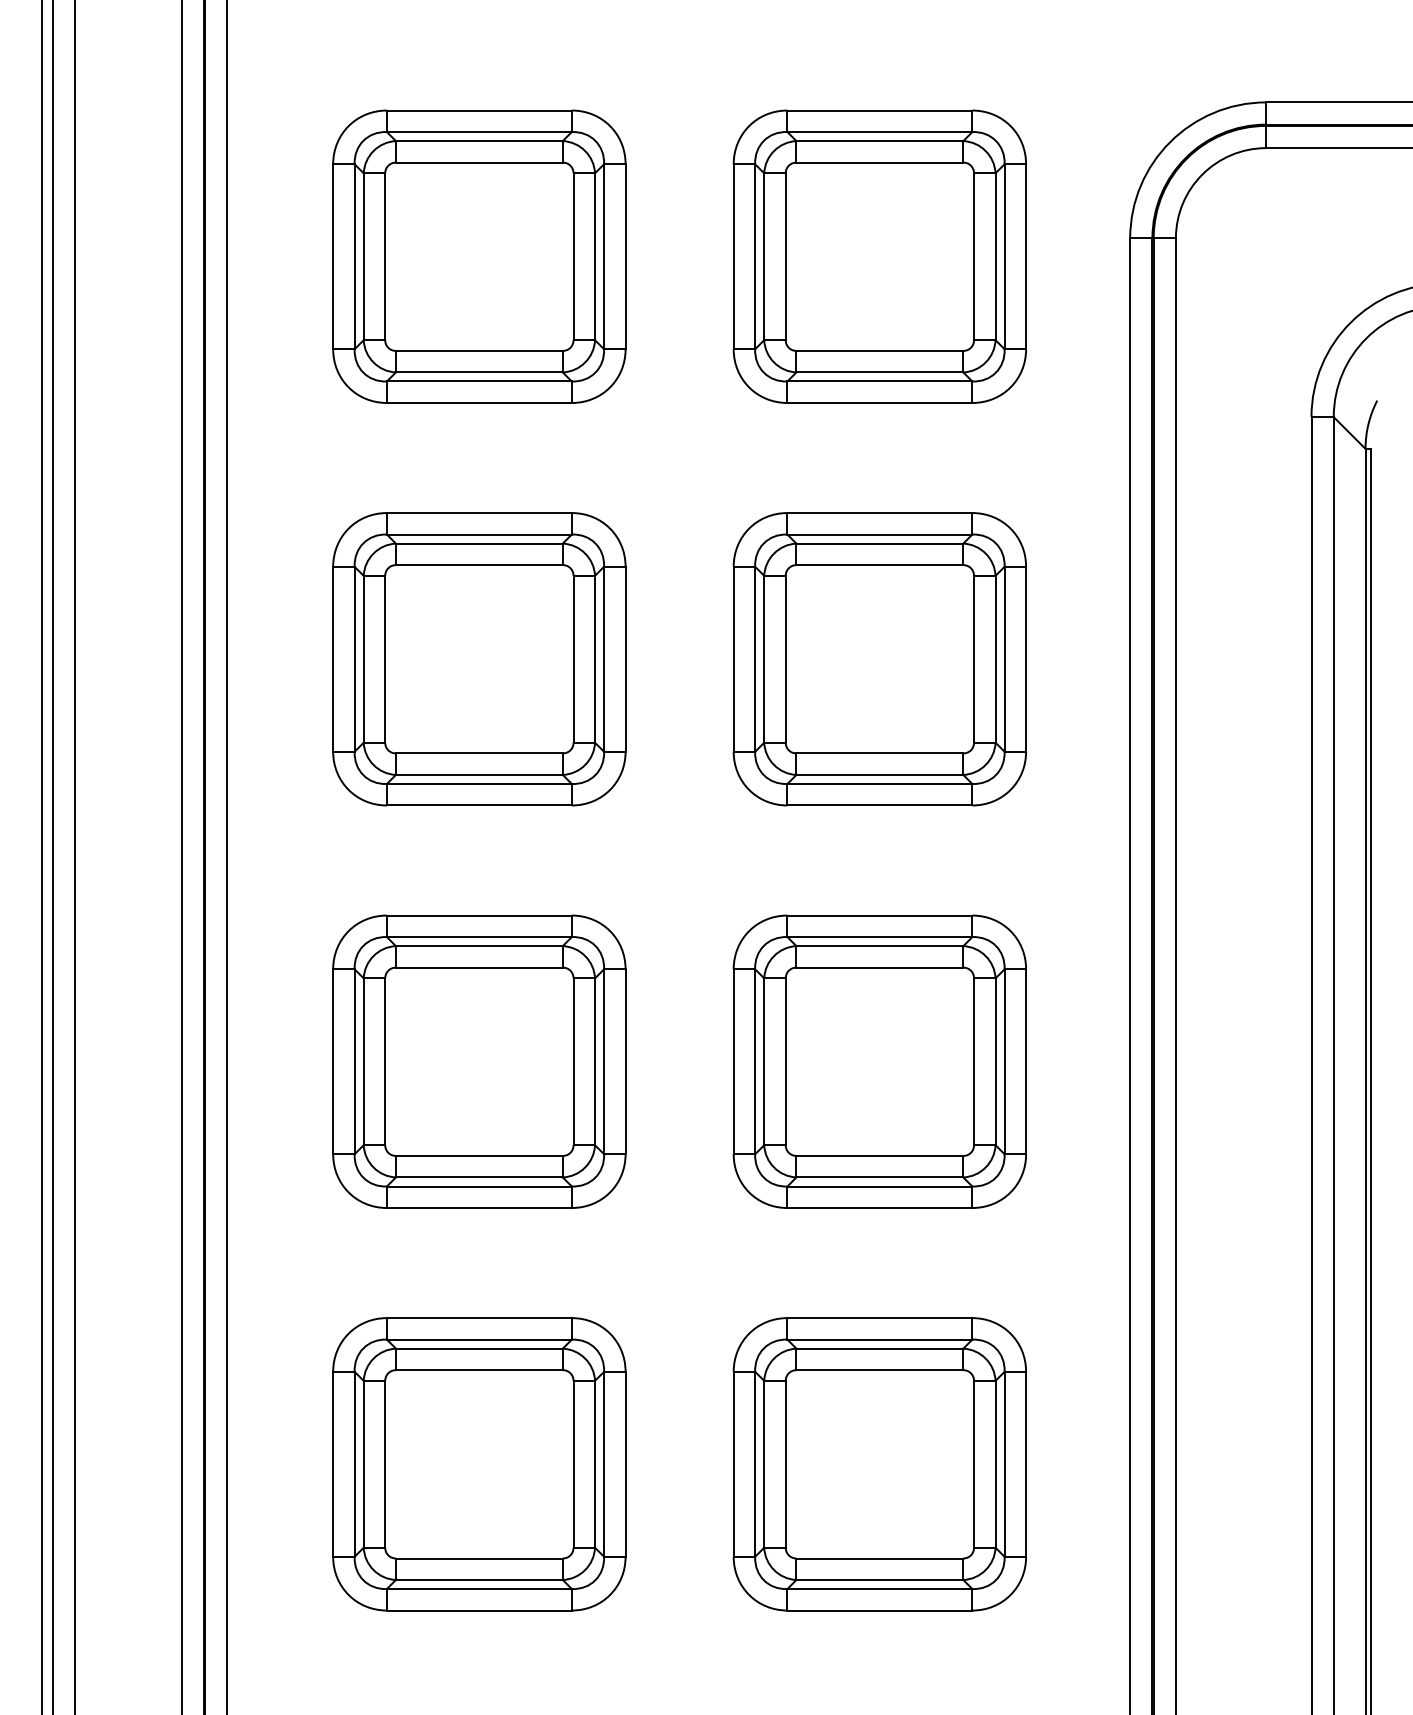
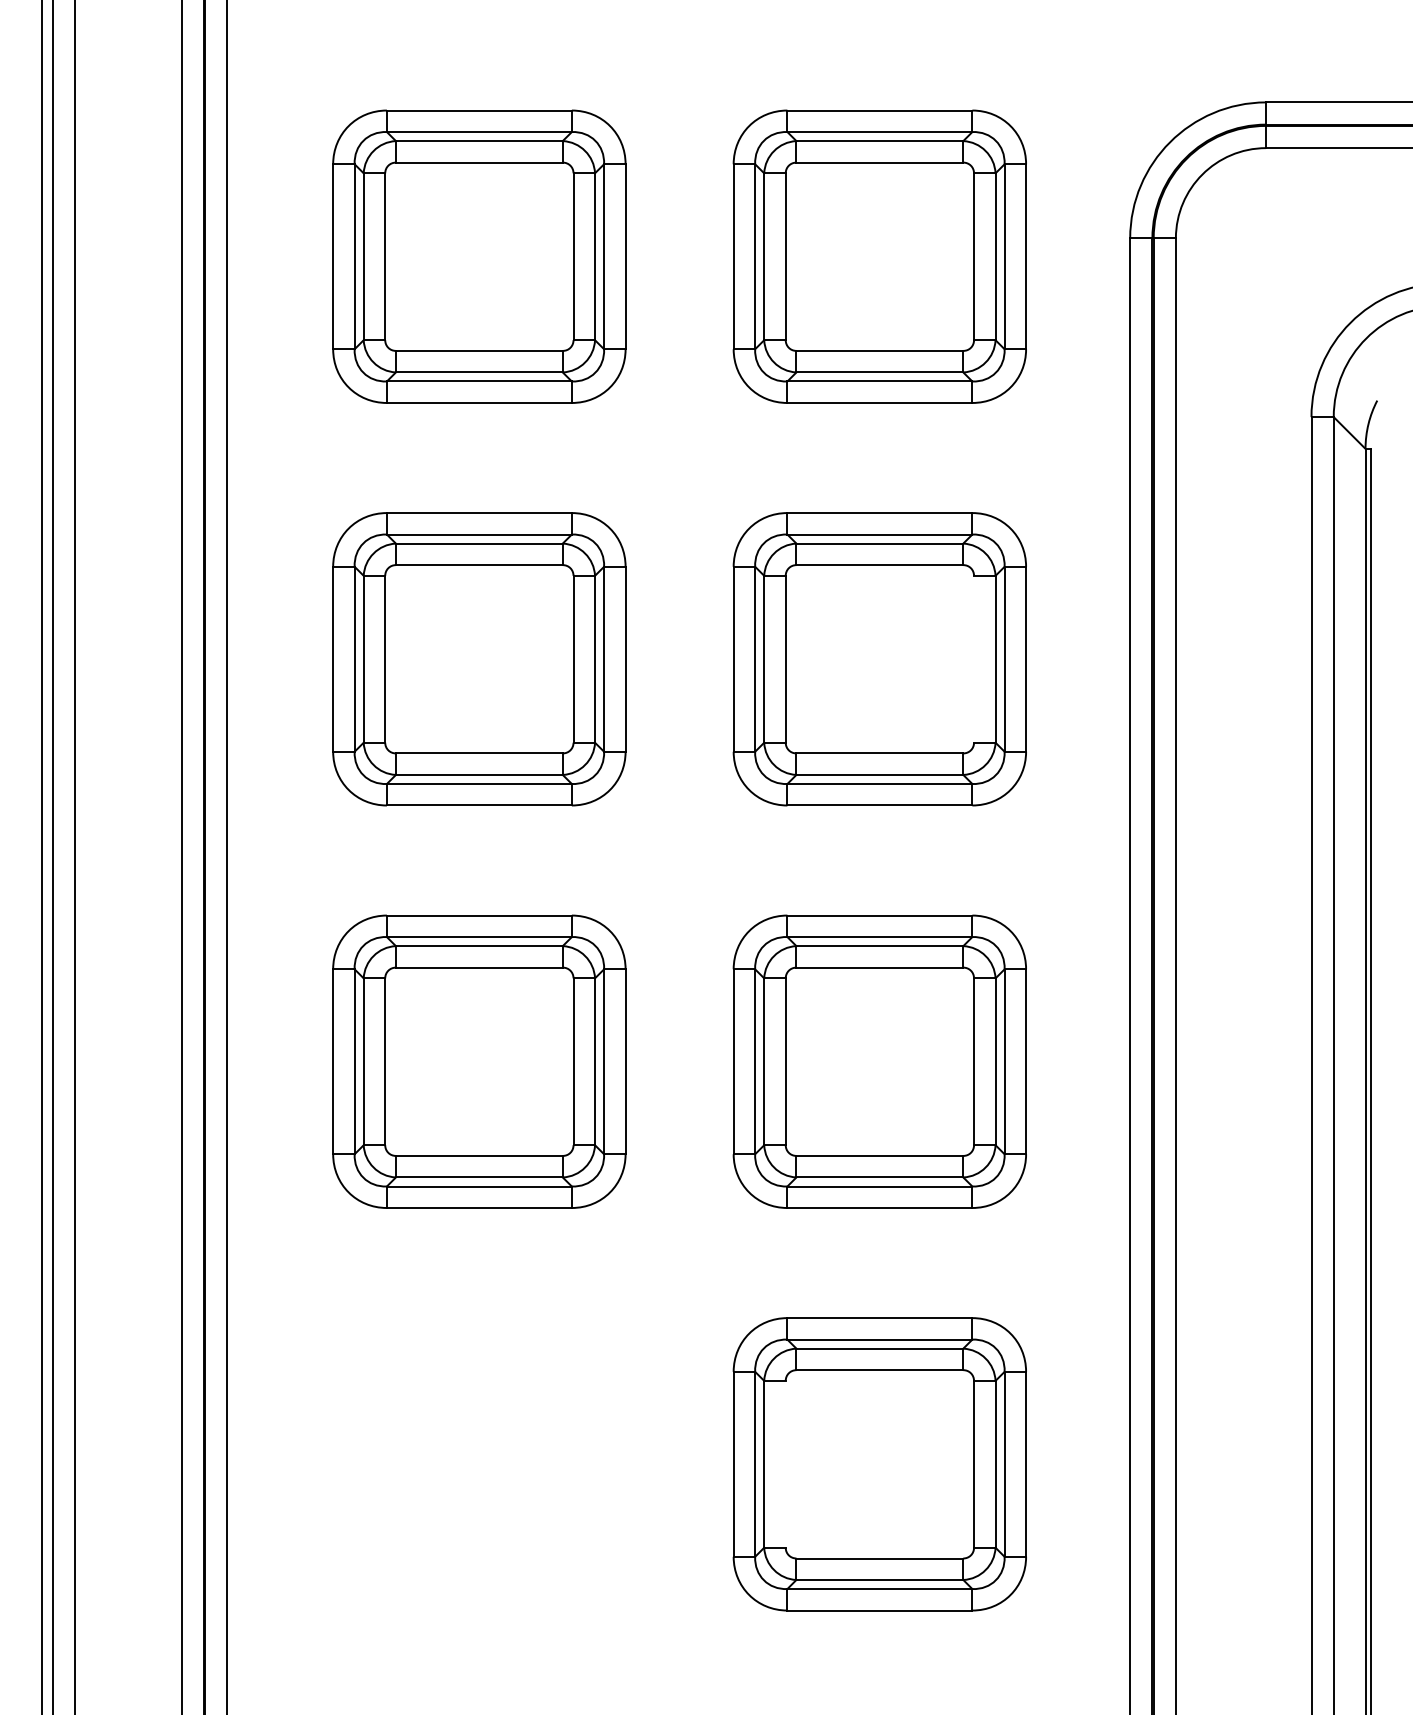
line at (974, 658): present -> none
line at (785, 1463): present -> none
part at (479, 1464): present -> none
